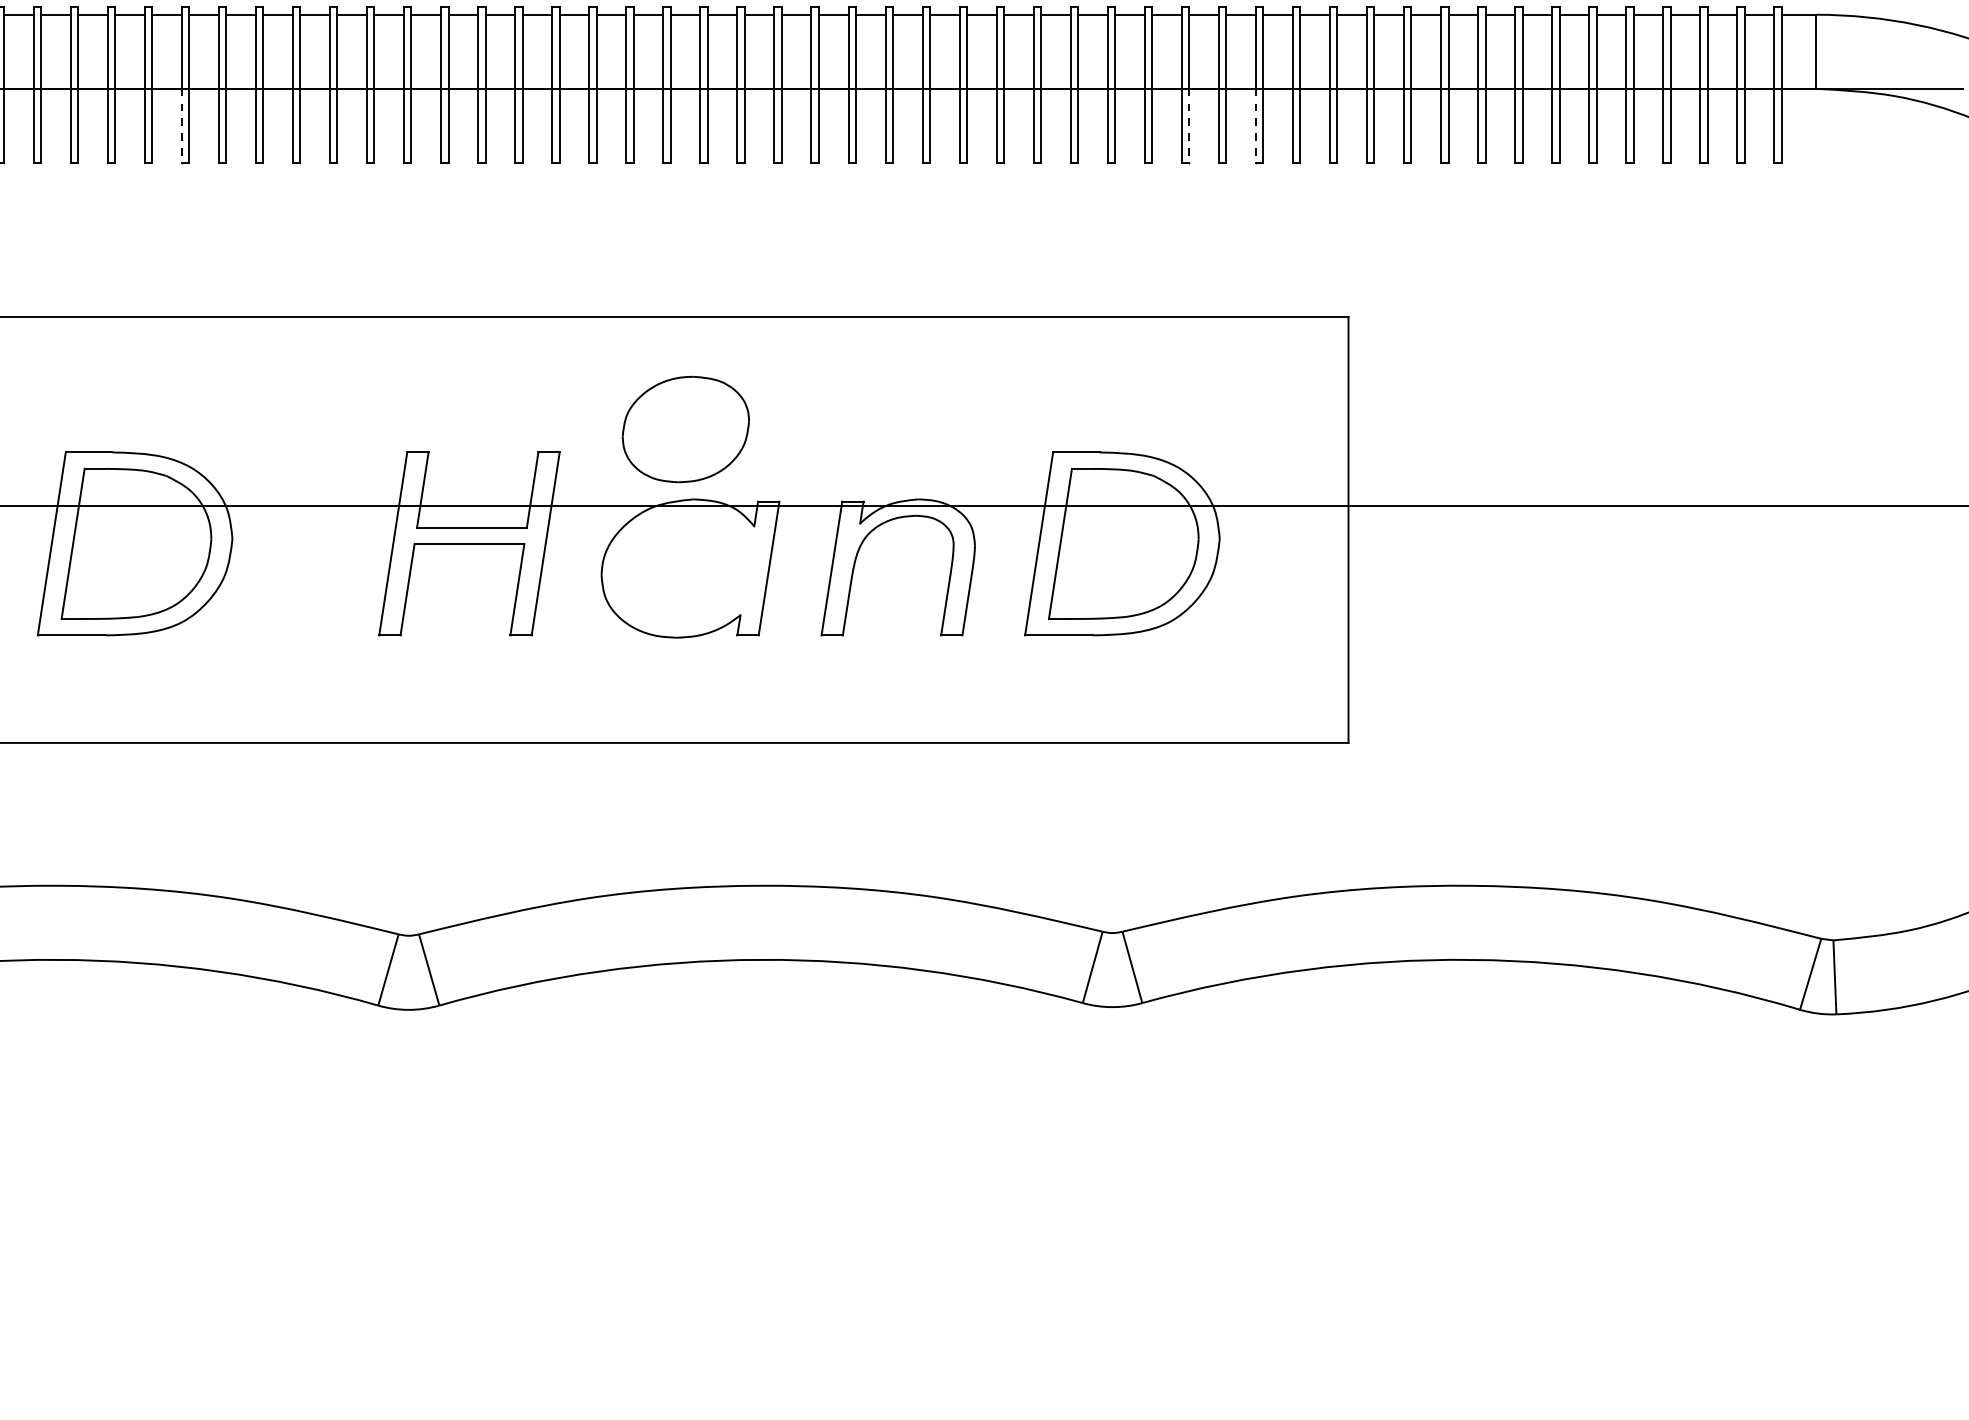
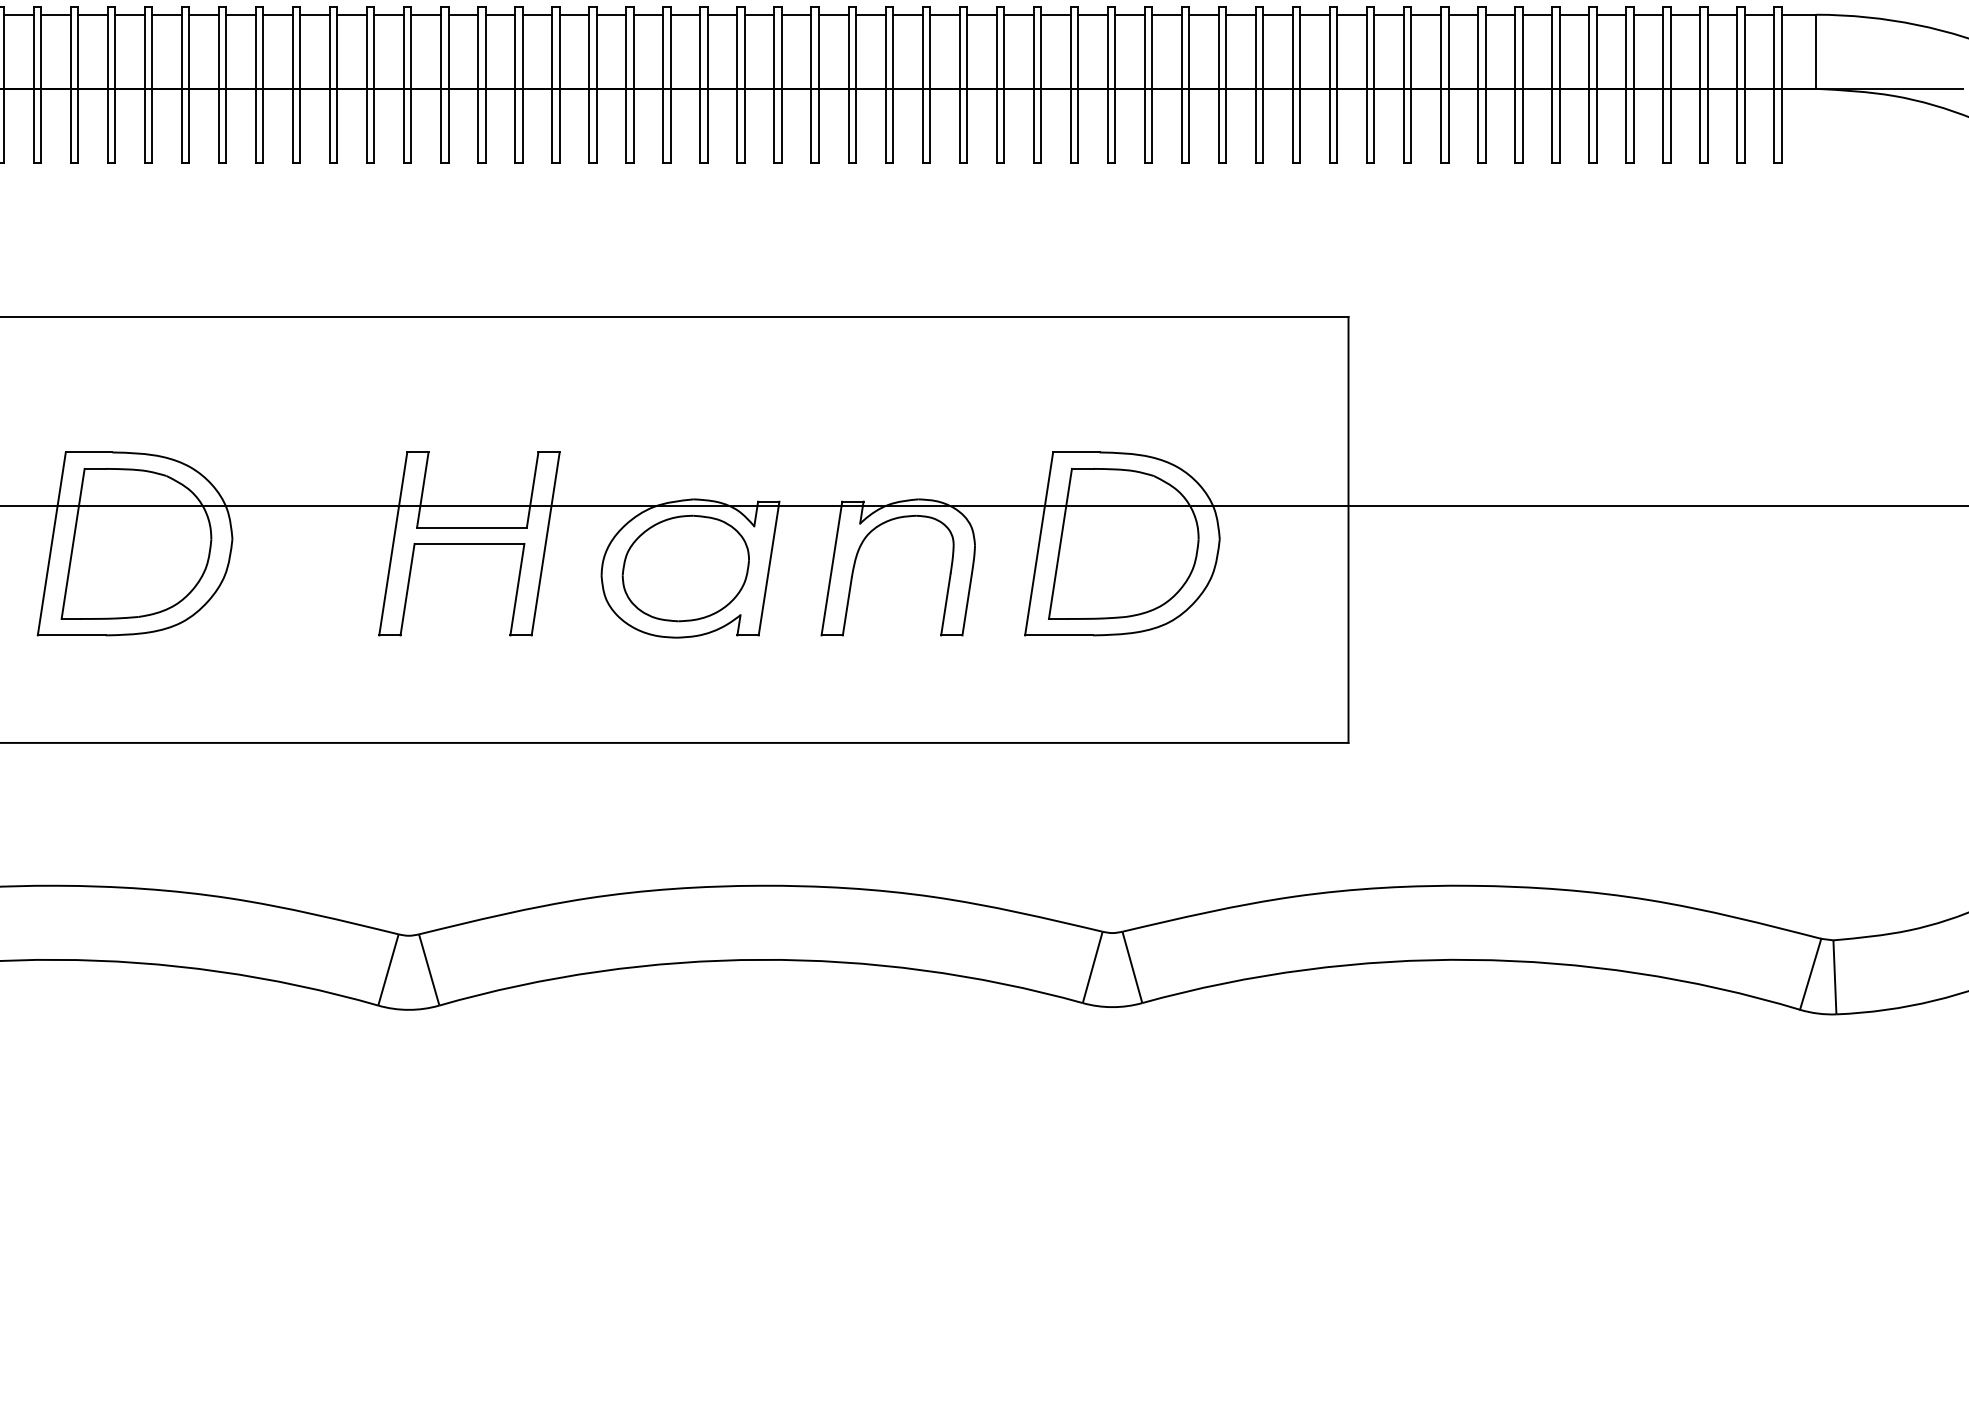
line at (181, 126): dashed -> solid
line at (1189, 126): dashed -> solid
line at (1255, 126): dashed -> solid
part at (685, 429) position: (685, 429) -> (685, 568)
